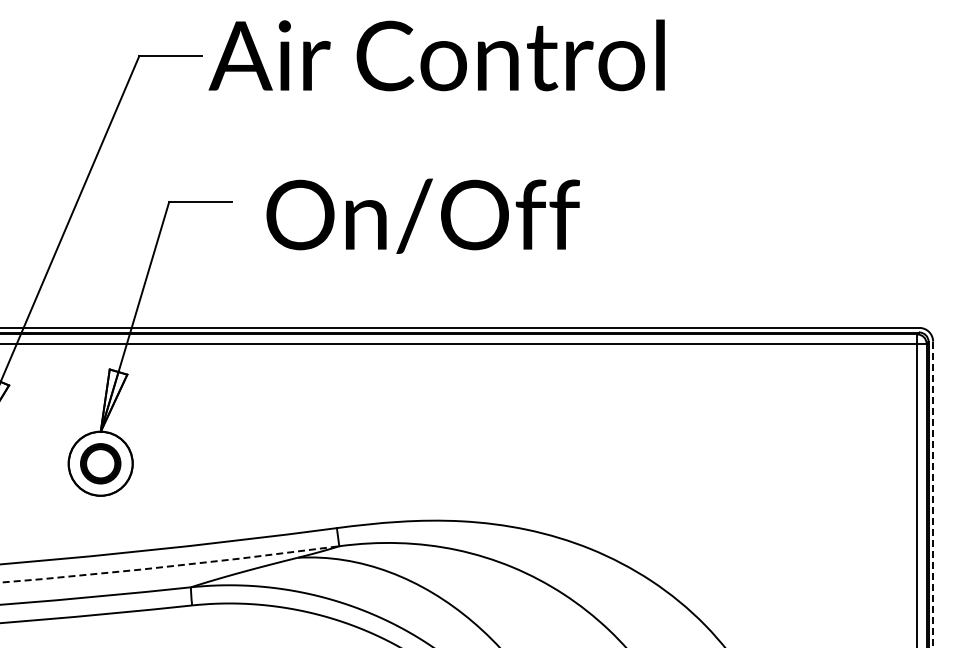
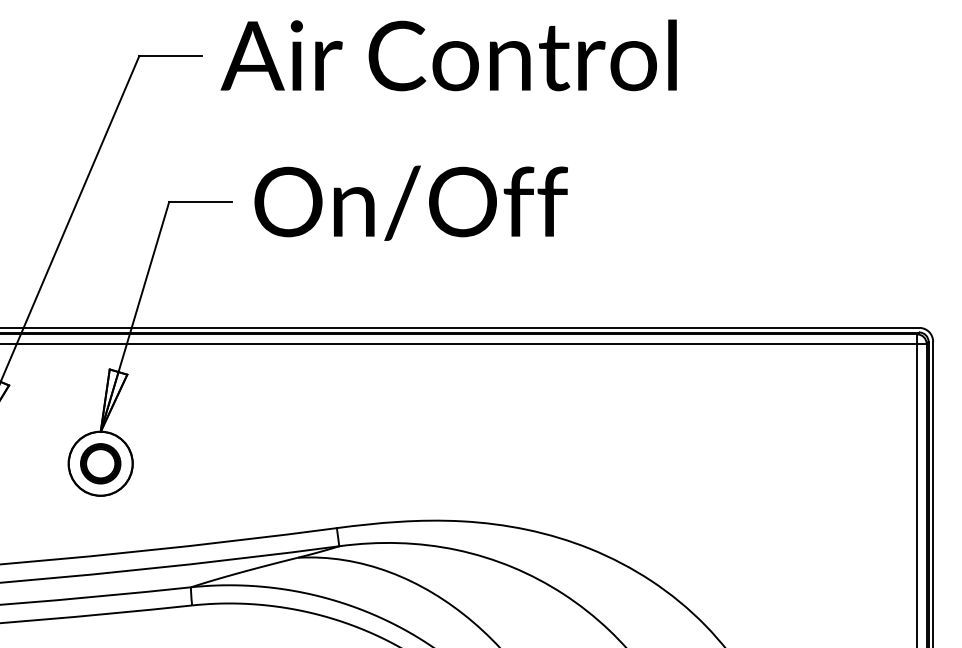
text at (436, 55) position: (436, 55) -> (448, 55)
text at (422, 215) position: (422, 215) -> (410, 202)
line at (933, 494): dashed -> solid
arc at (170, 566): dashed -> solid
